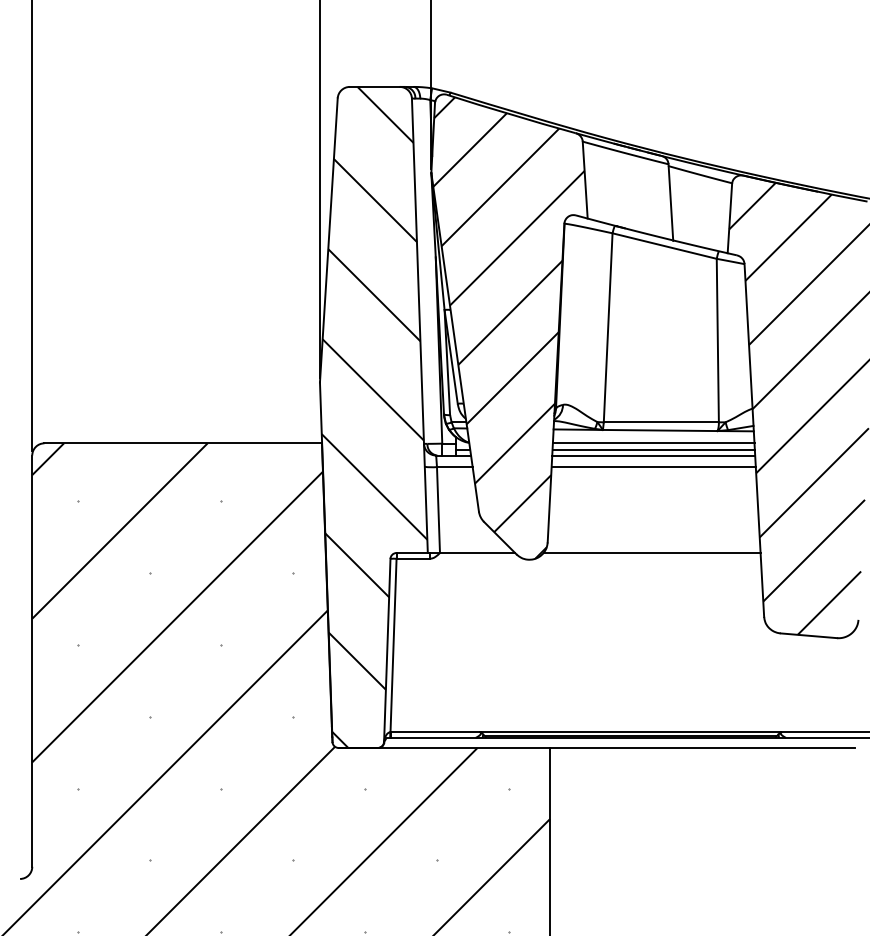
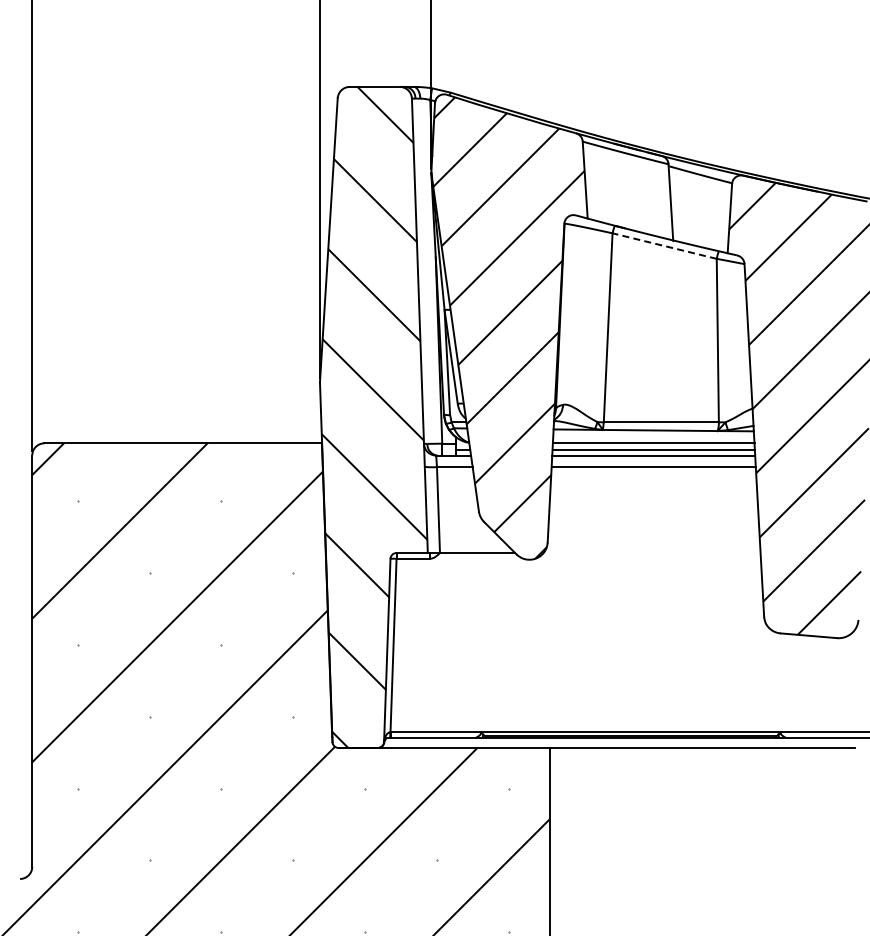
line at (664, 246): solid -> dashed
line at (651, 553): present -> none
